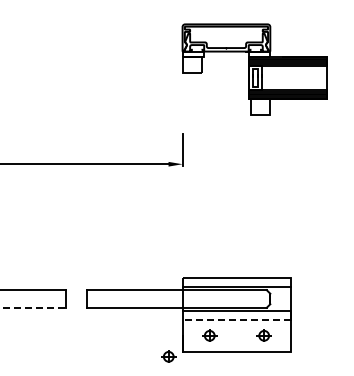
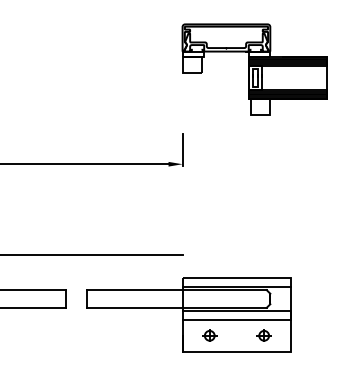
line at (92, 255): none -> present
line at (33, 307): dashed -> solid
line at (236, 320): dashed -> solid
part at (168, 356): present -> none
